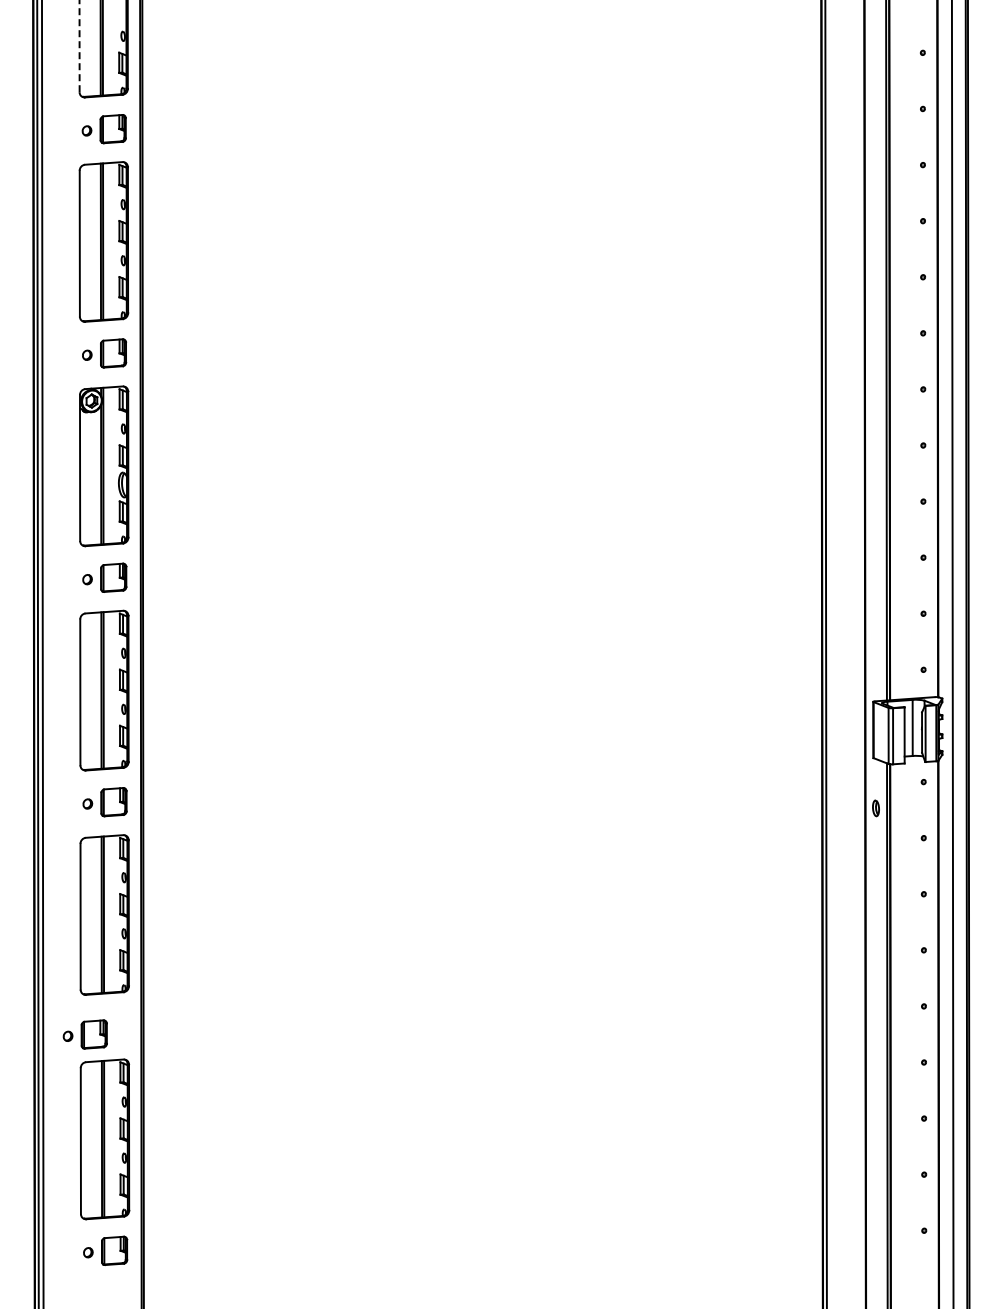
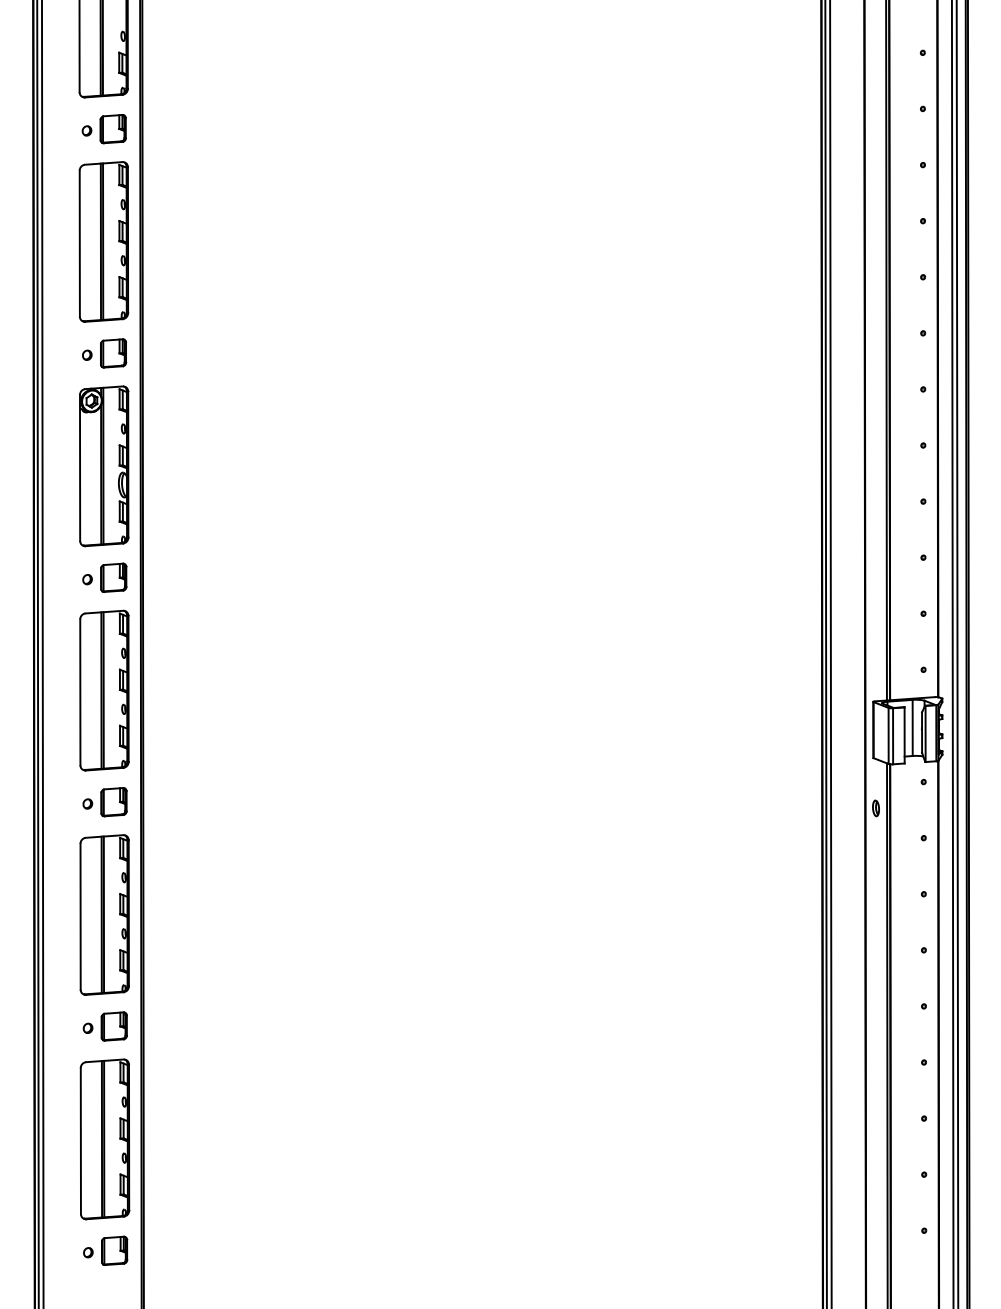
line at (79, 46): dashed -> solid
line at (830, 653): none -> present
line at (957, 653): none -> present
part at (84, 1034) position: (84, 1034) -> (104, 1026)
